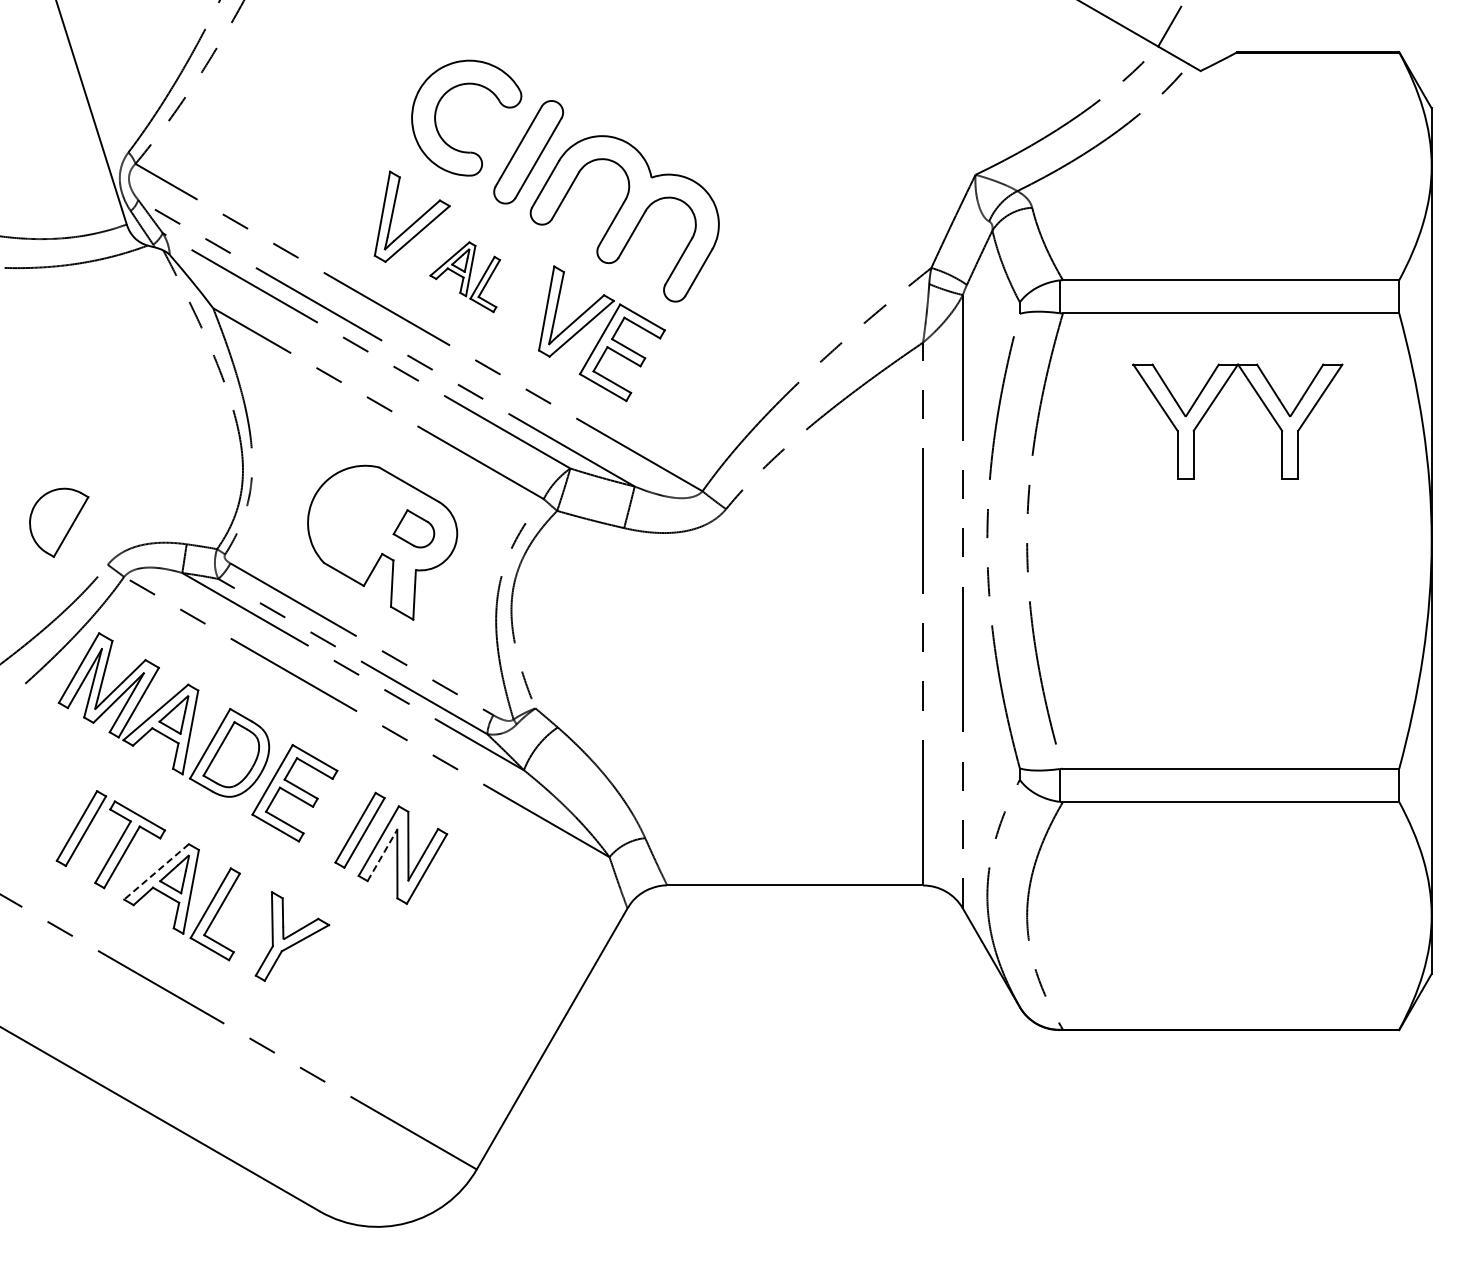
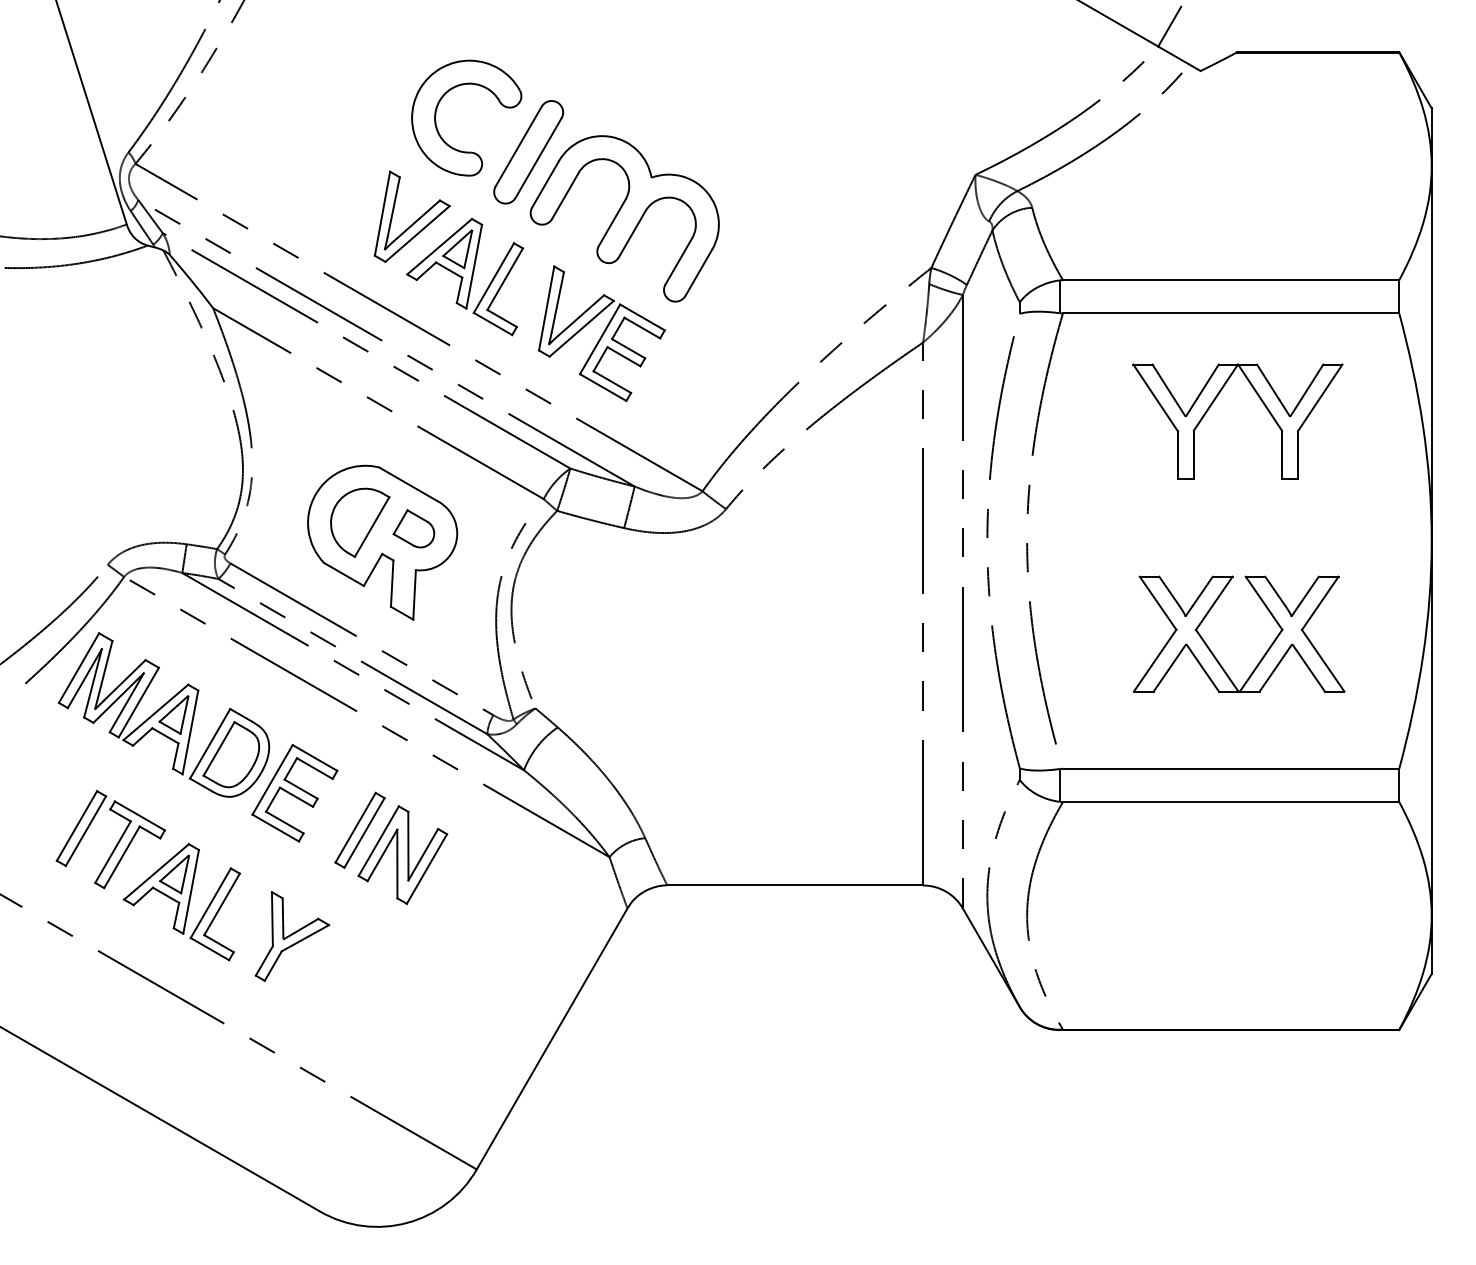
part at (465, 277) size: 73x73 px -> 119x119 px
part at (59, 522) position: (59, 522) -> (360, 522)
part at (1214, 654): none -> present
line at (382, 855): dashed -> solid
line at (156, 871): dashed -> solid
